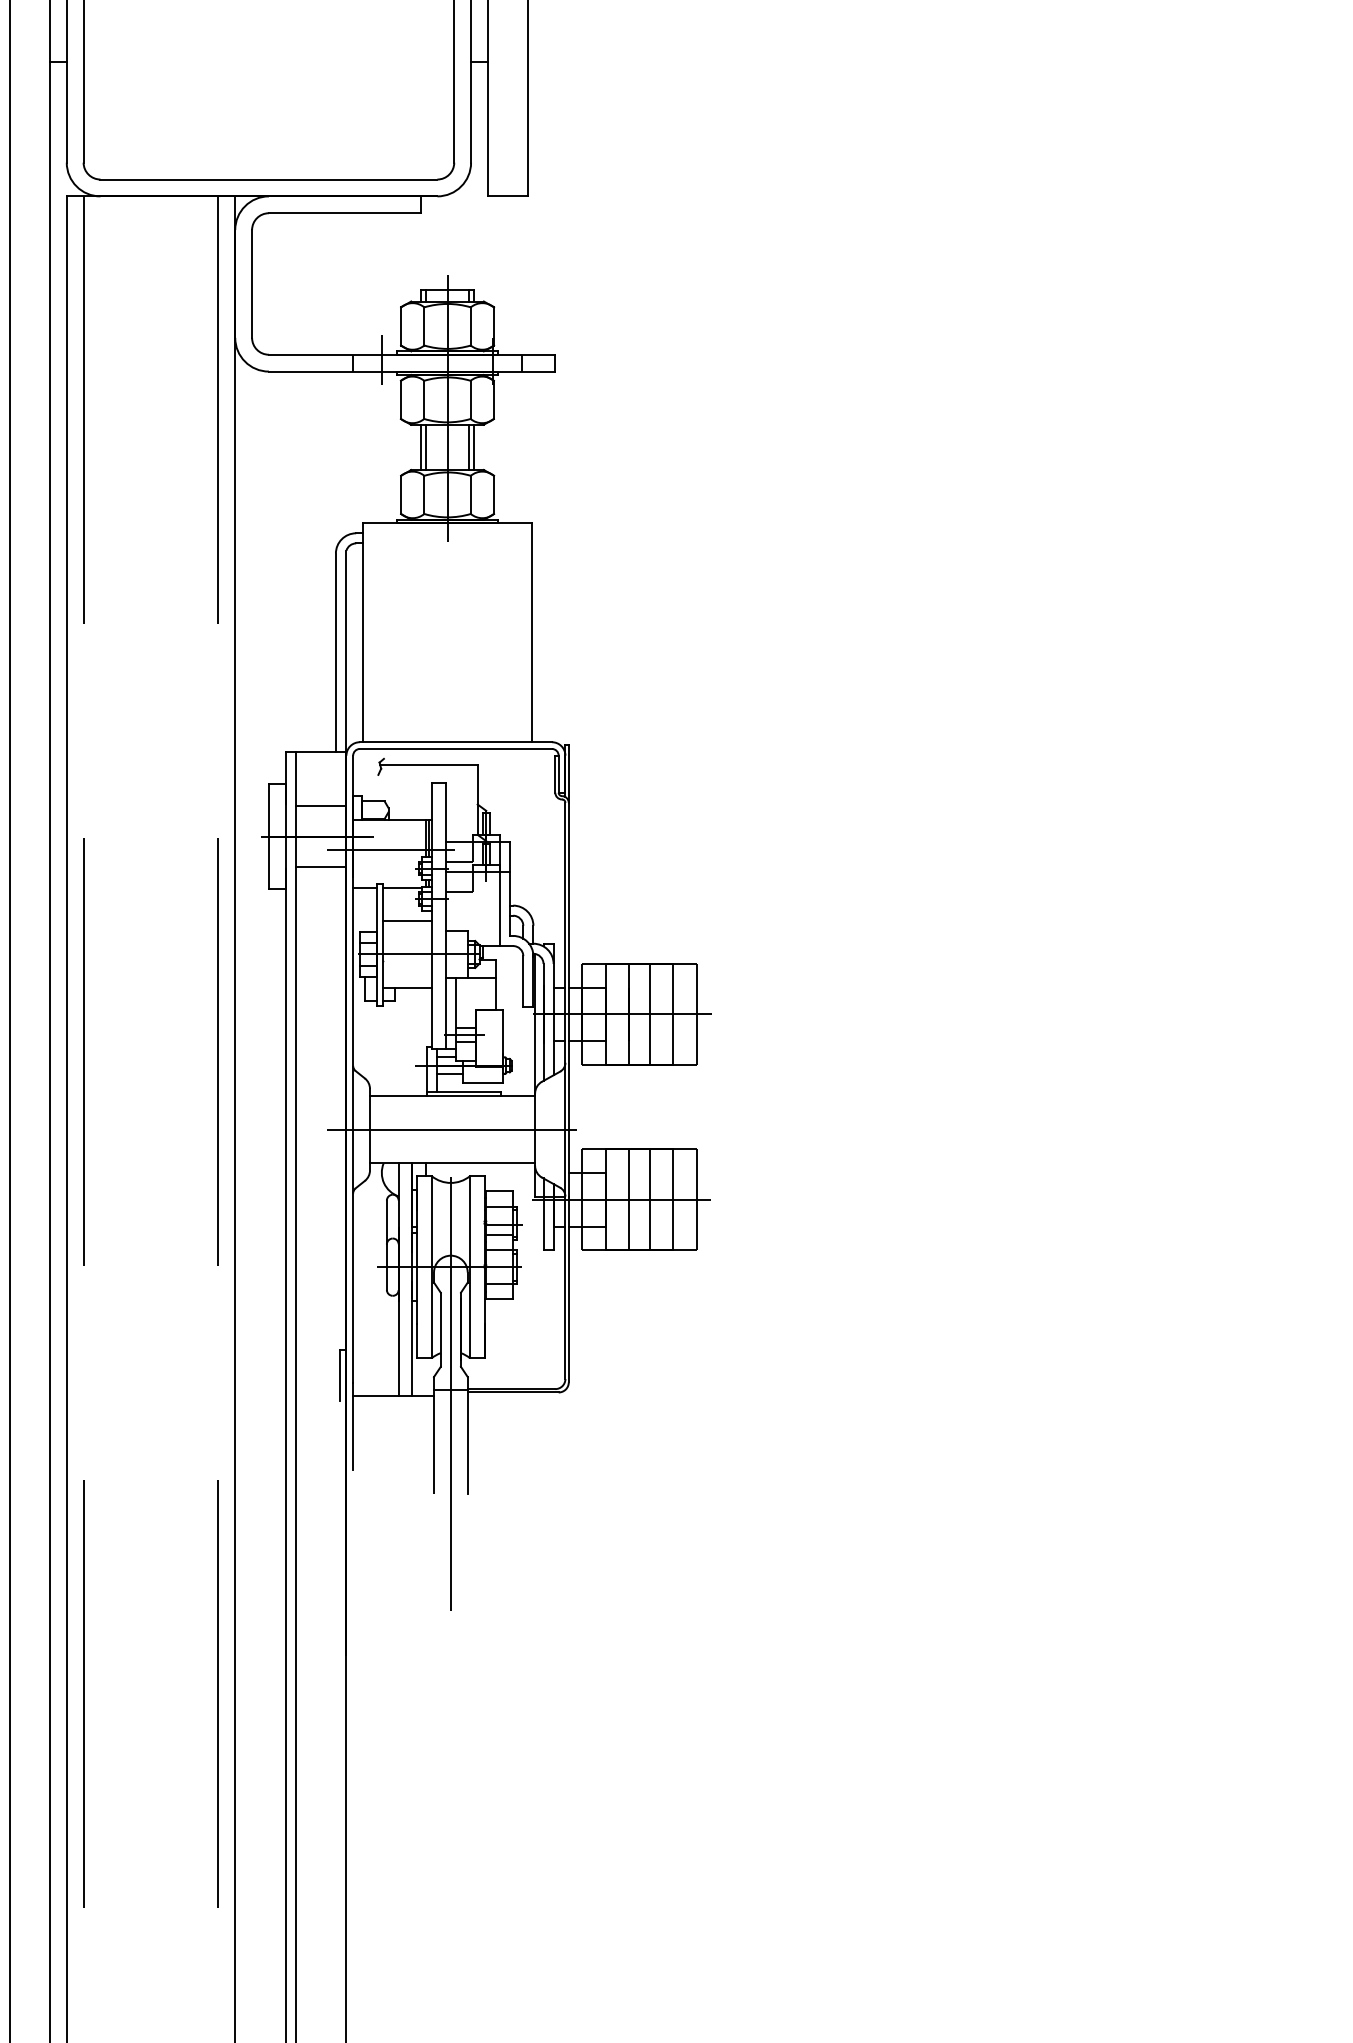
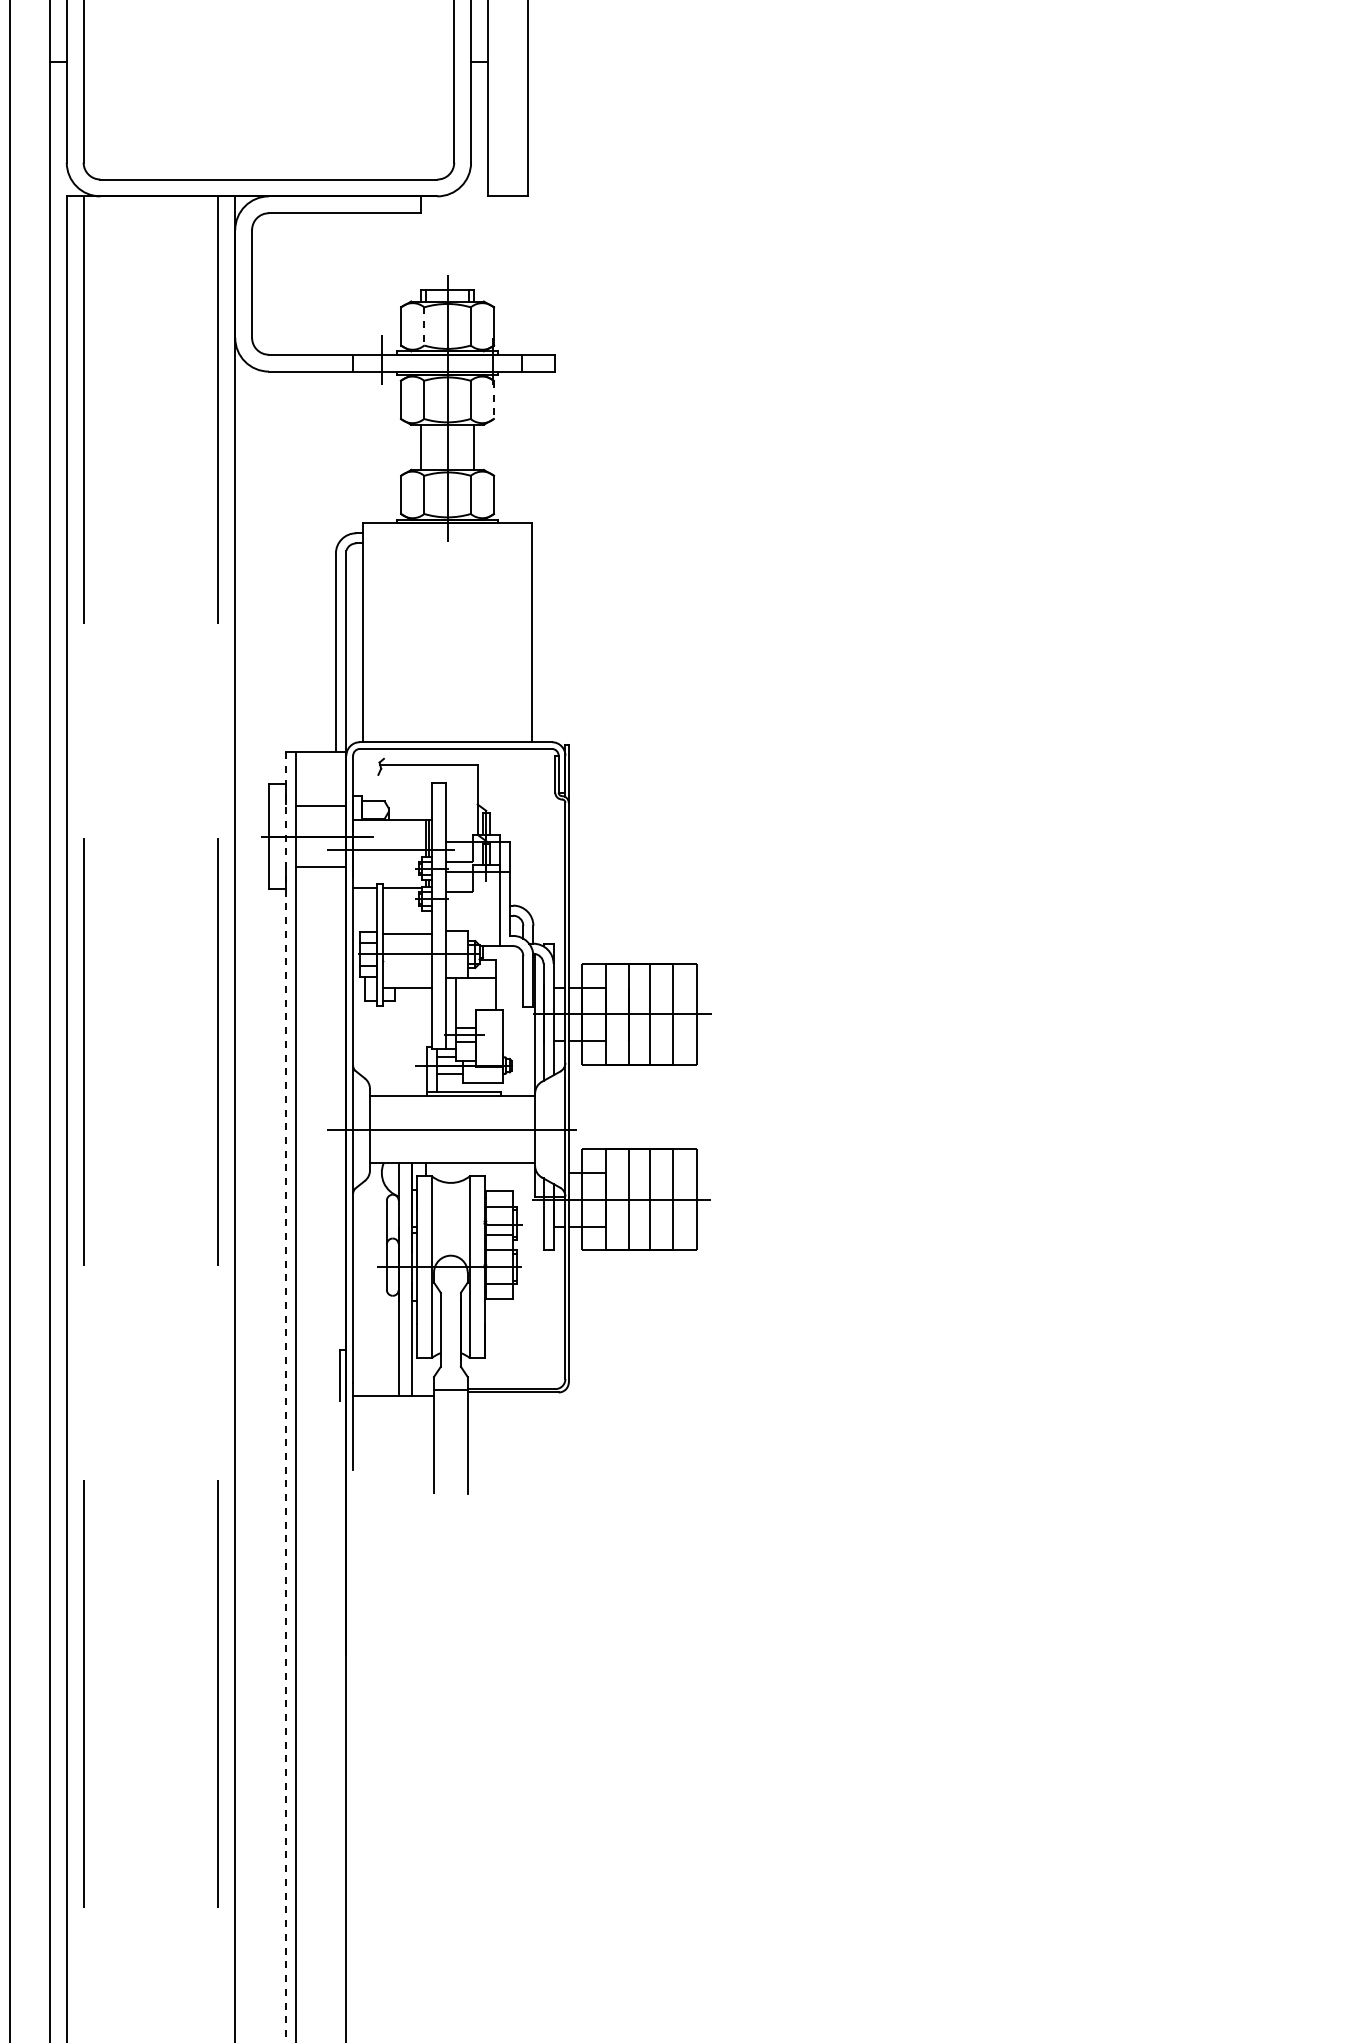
line at (424, 326): solid -> dashed
line at (493, 400): solid -> dashed
line at (426, 446): present -> none
line at (468, 446): present -> none
line at (407, 920) position: (407, 920) -> (407, 933)
line at (450, 1393): present -> none
line at (285, 1397): solid -> dashed
